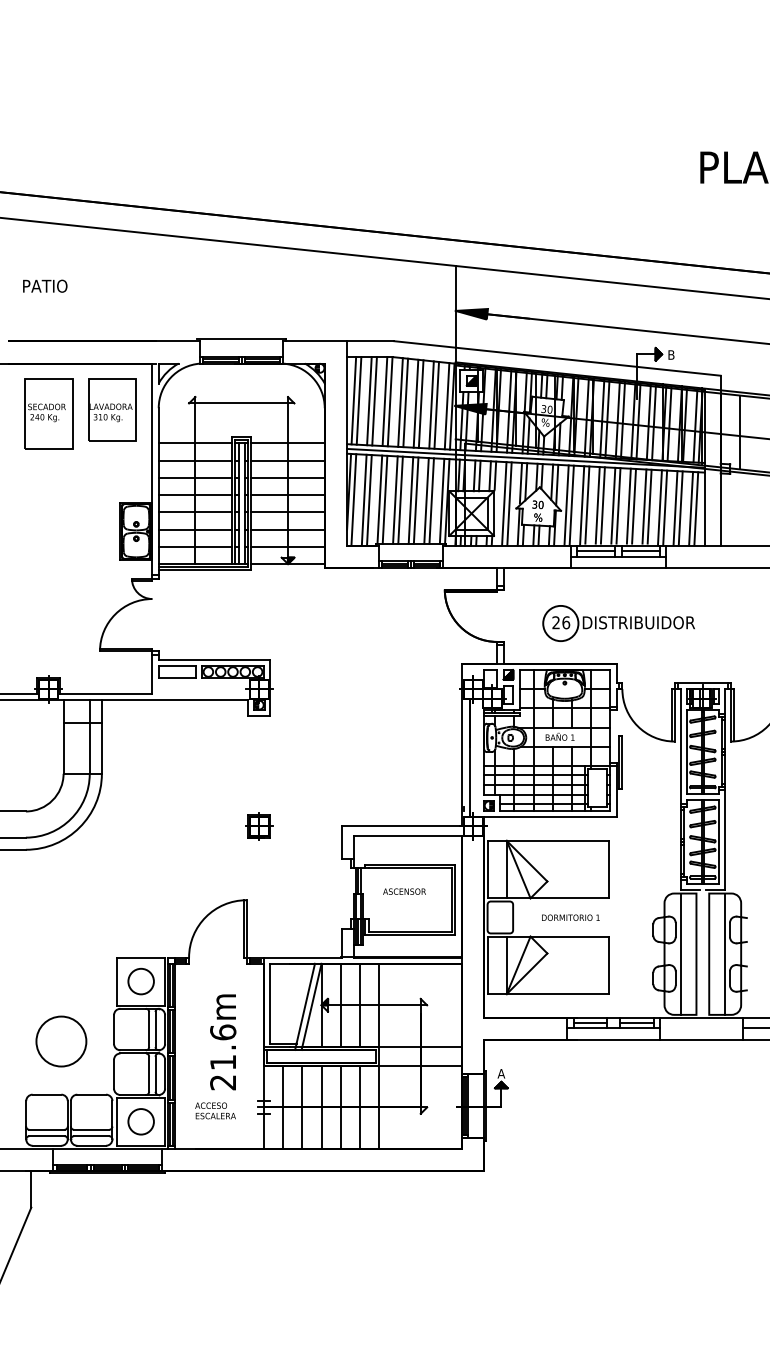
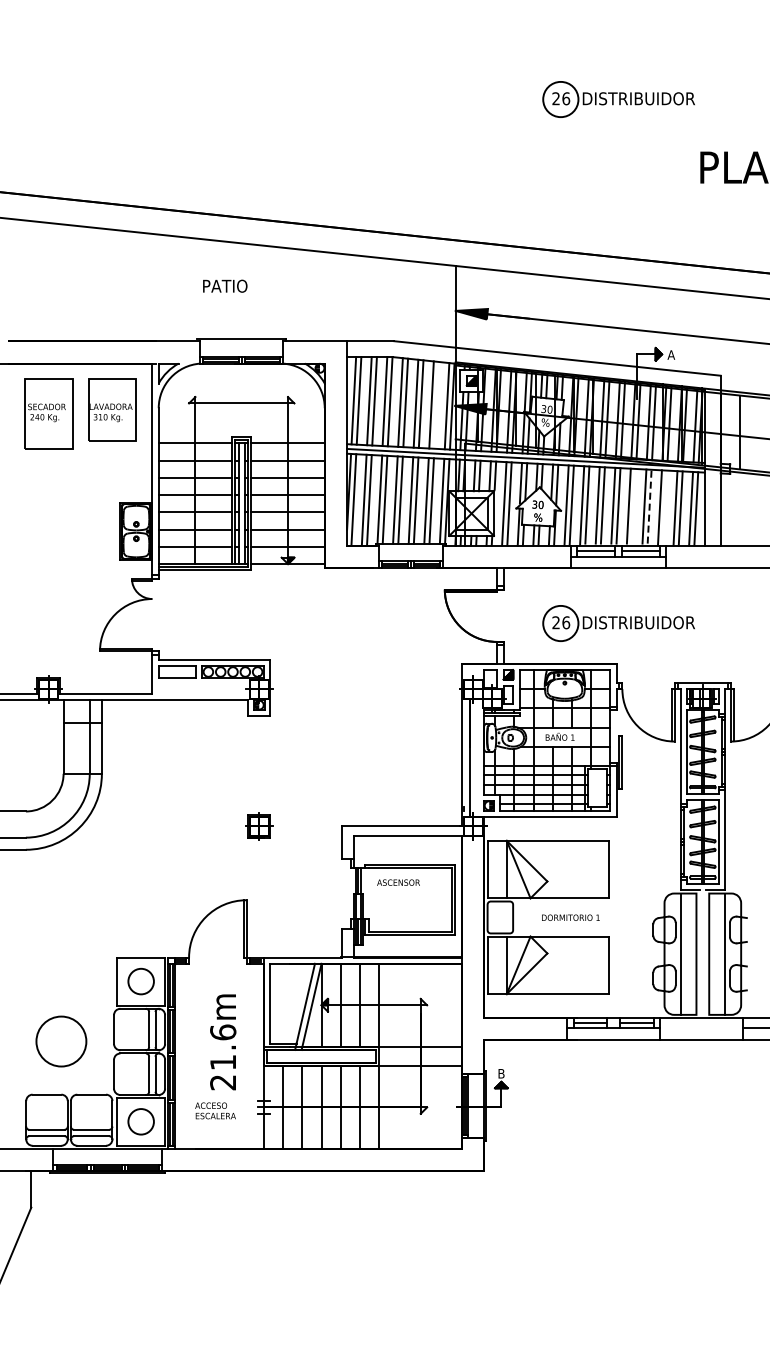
part at (618, 99): none -> present
text at (45, 285) position: (45, 285) -> (225, 285)
text at (671, 354): B -> A
line at (436, 404): present -> none
line at (634, 505): present -> none
line at (649, 506): solid -> dashed
line at (665, 507): present -> none
text at (404, 891) position: (404, 891) -> (398, 882)
text at (501, 1073): A -> B
